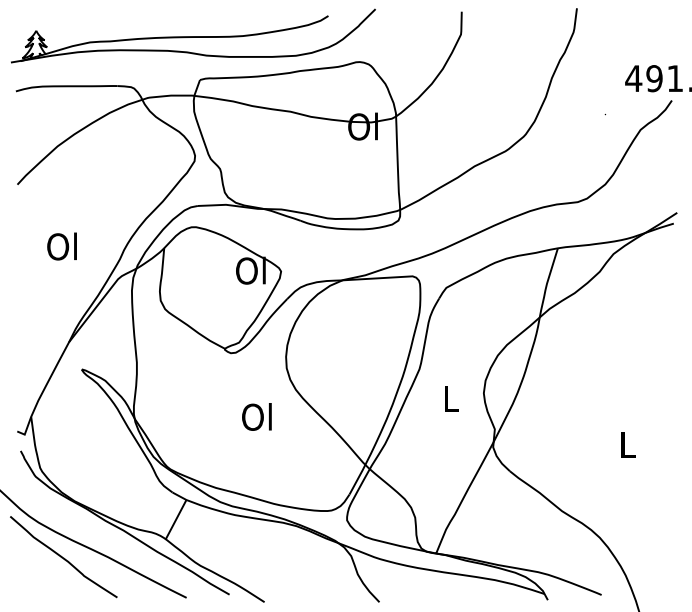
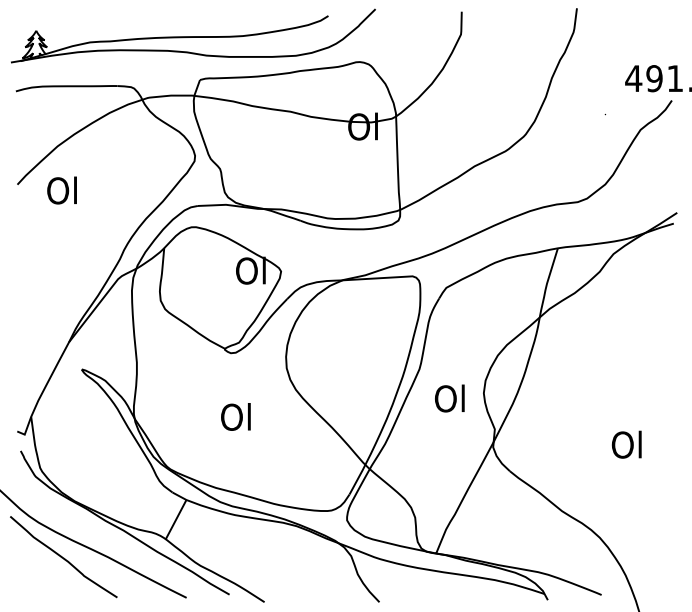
text at (61, 246) position: (61, 246) -> (61, 190)
text at (449, 398): L -> Ol
text at (256, 416) position: (256, 416) -> (235, 416)
text at (626, 444): L -> Ol
